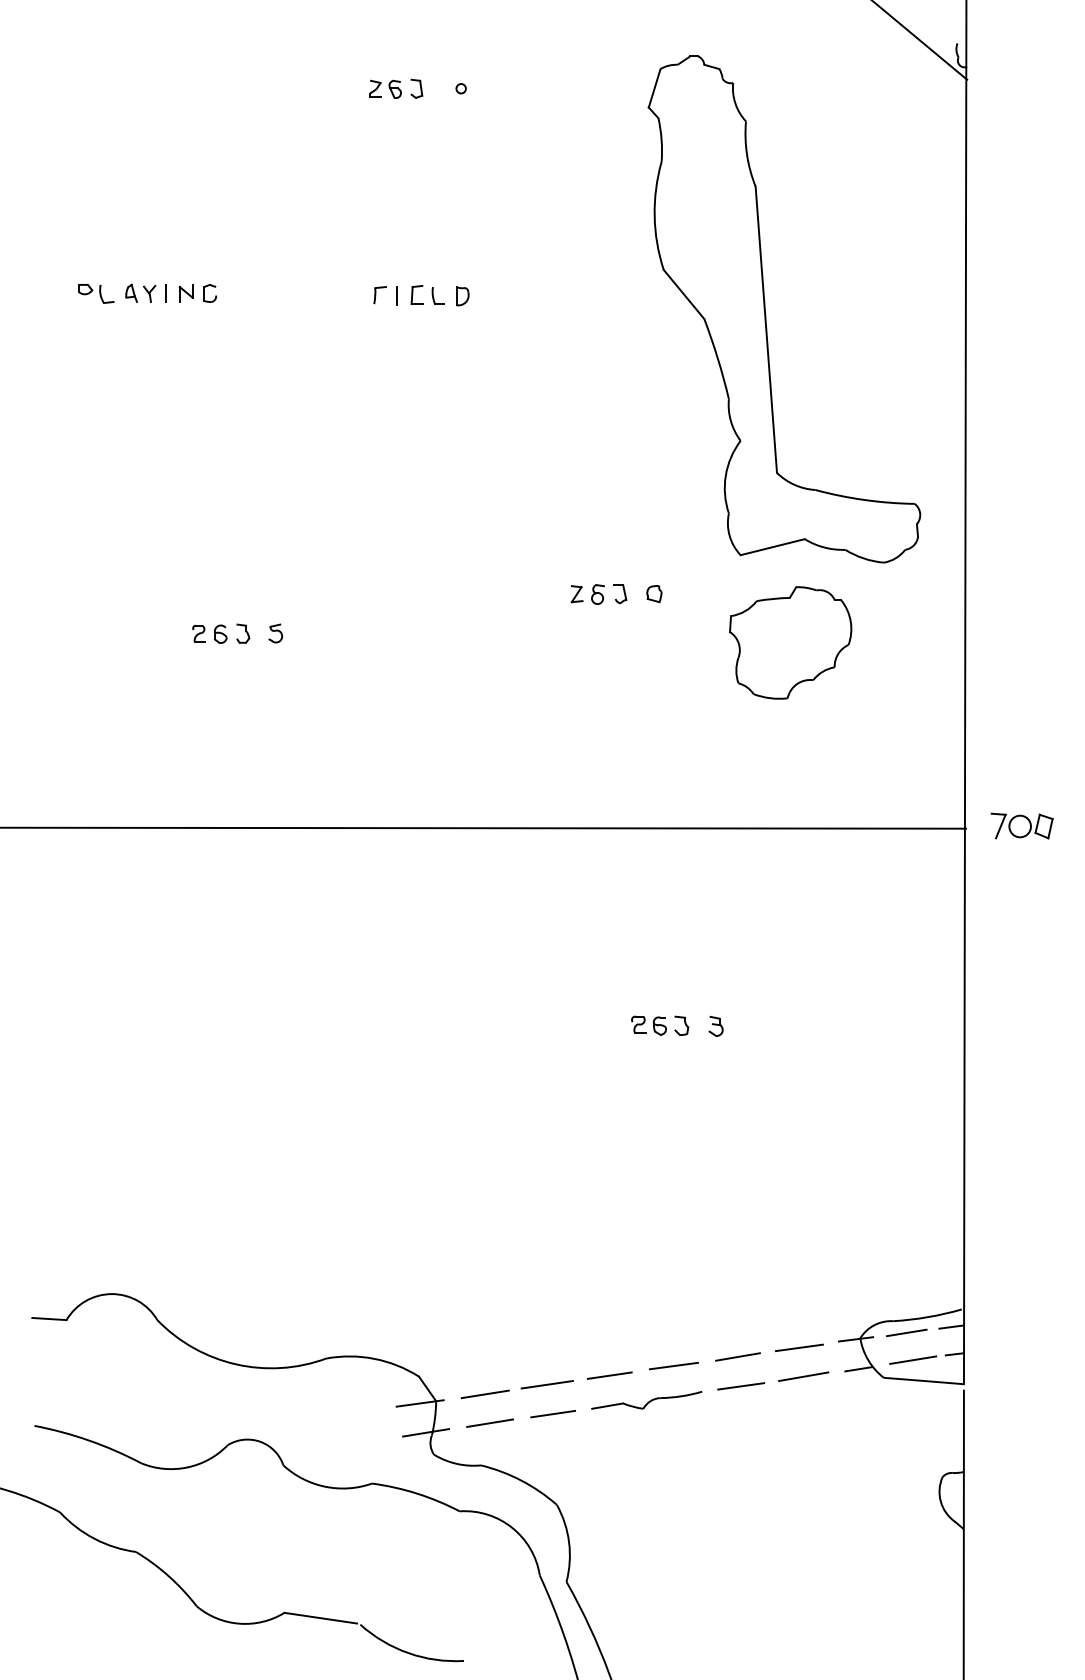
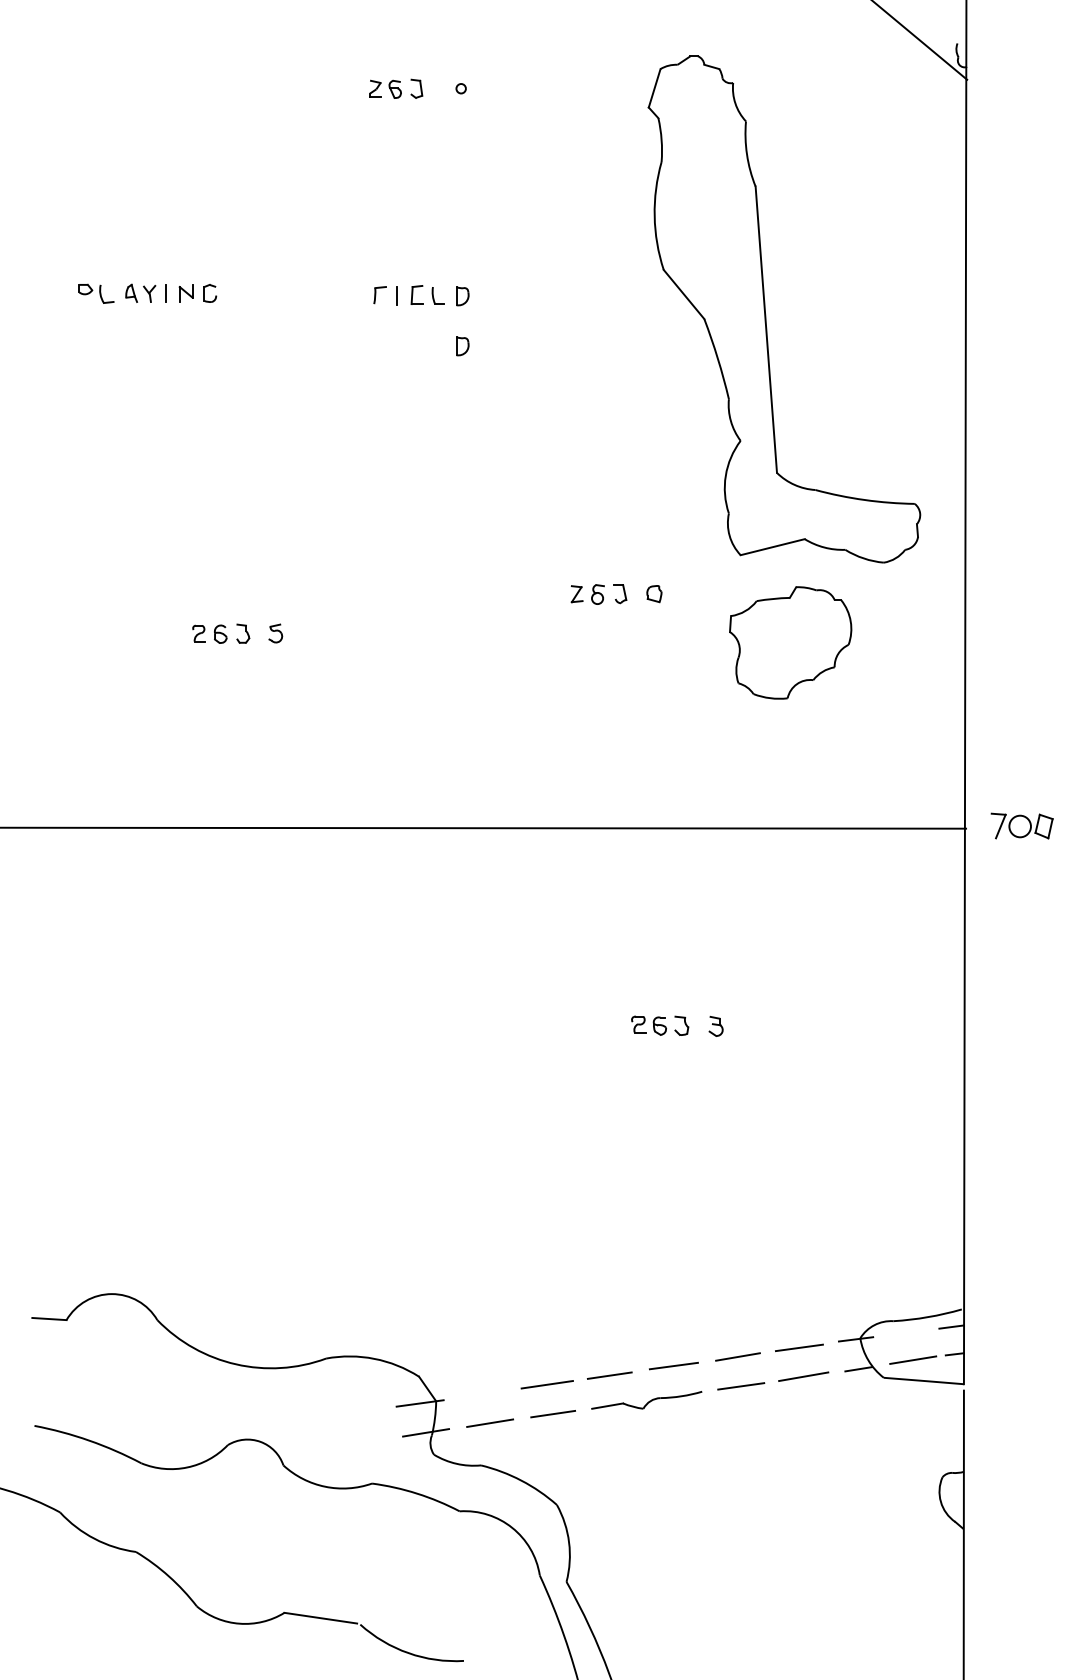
part at (462, 346): none -> present
line at (906, 1332): present -> none
line at (484, 1394): present -> none
